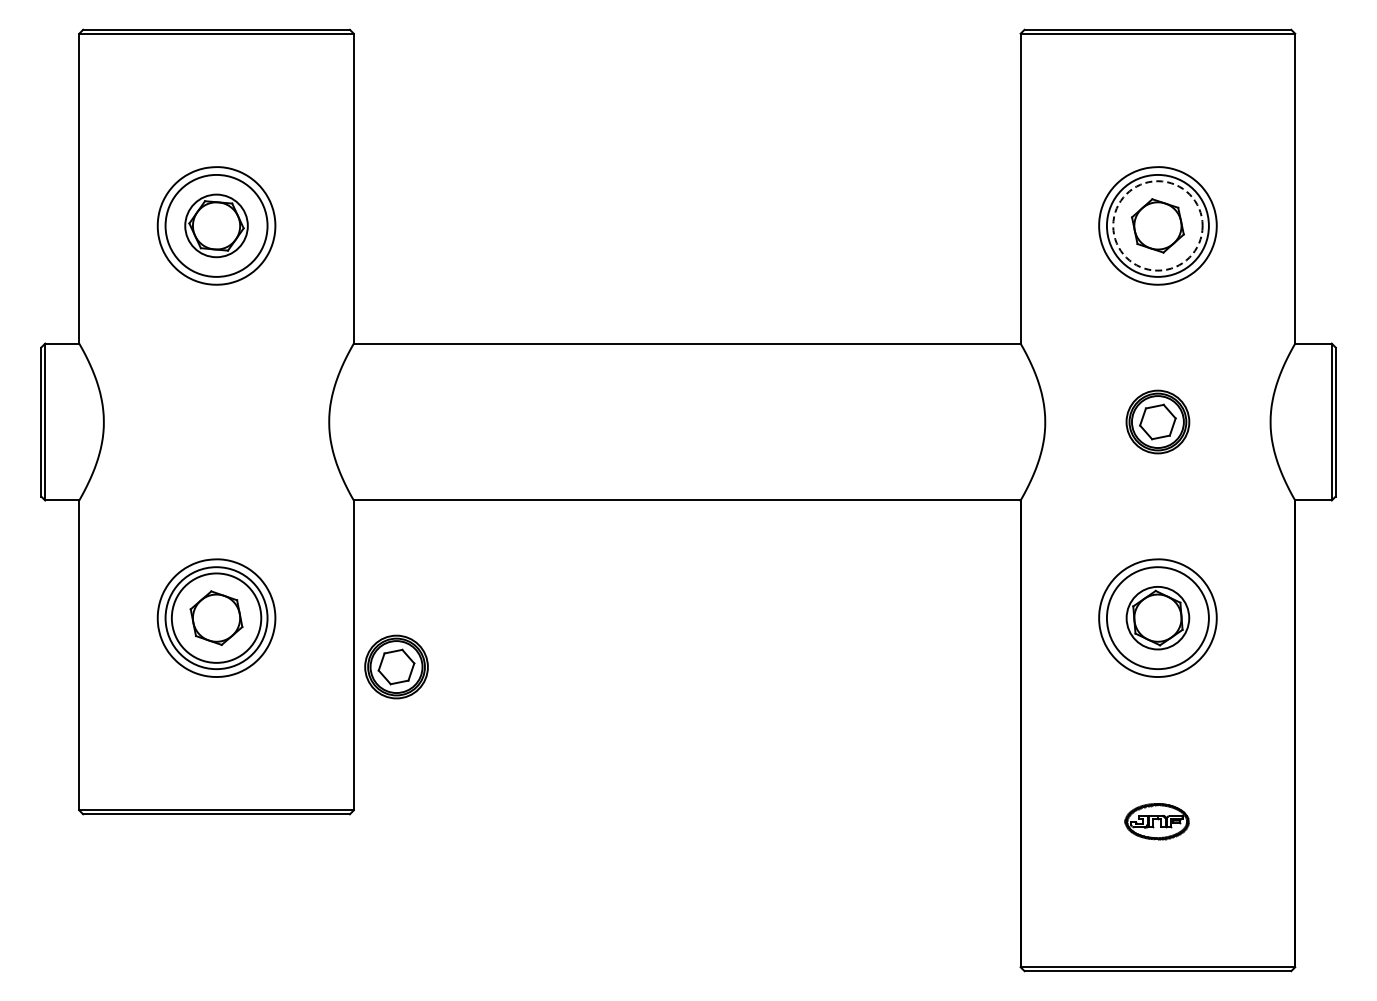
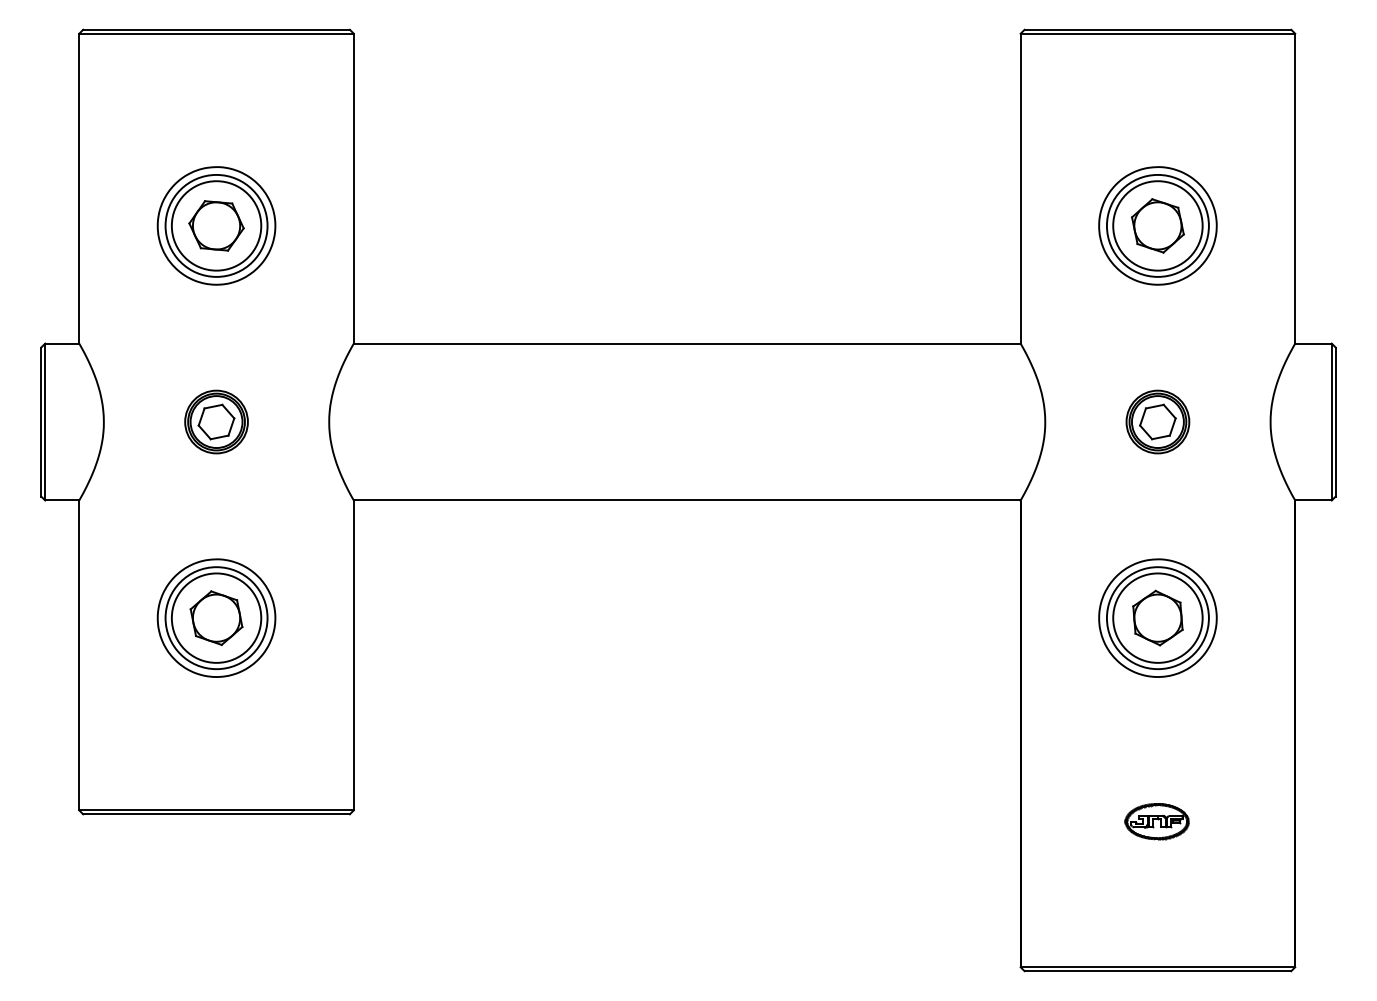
circle at (216, 225) diameter: 63 px -> 89 px
circle at (1157, 225): dashed -> solid
circle at (1157, 617) diameter: 63 px -> 89 px
part at (396, 666) position: (396, 666) -> (216, 421)
